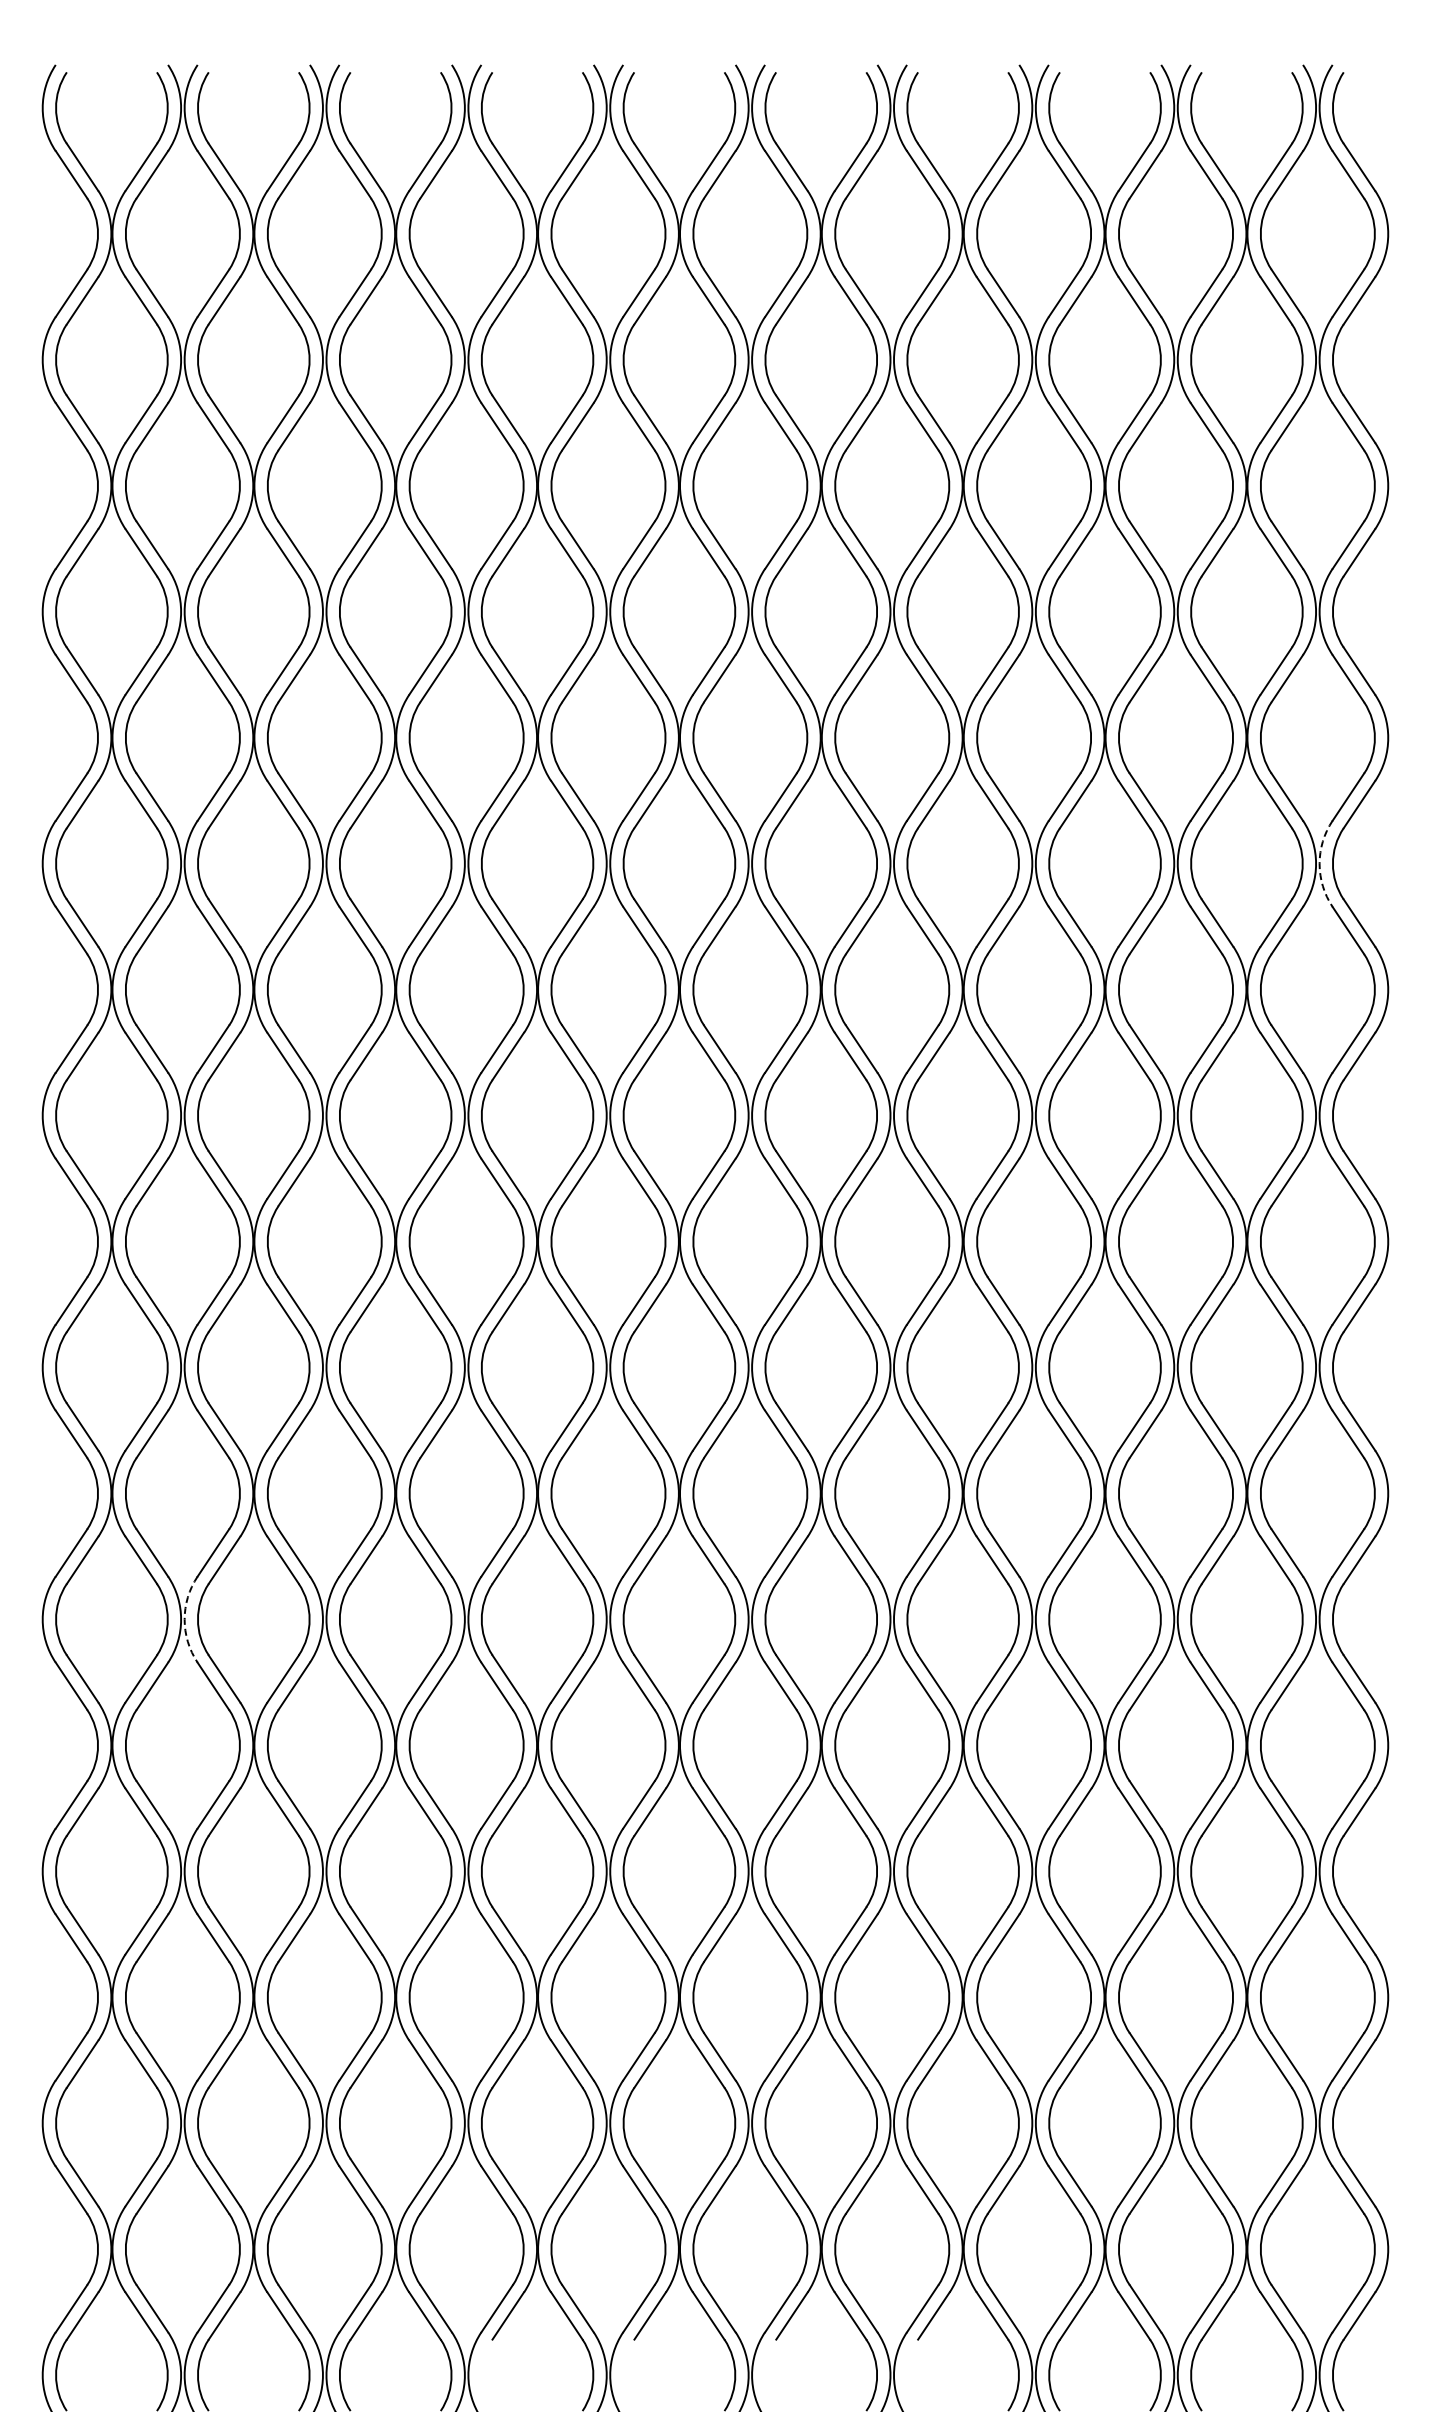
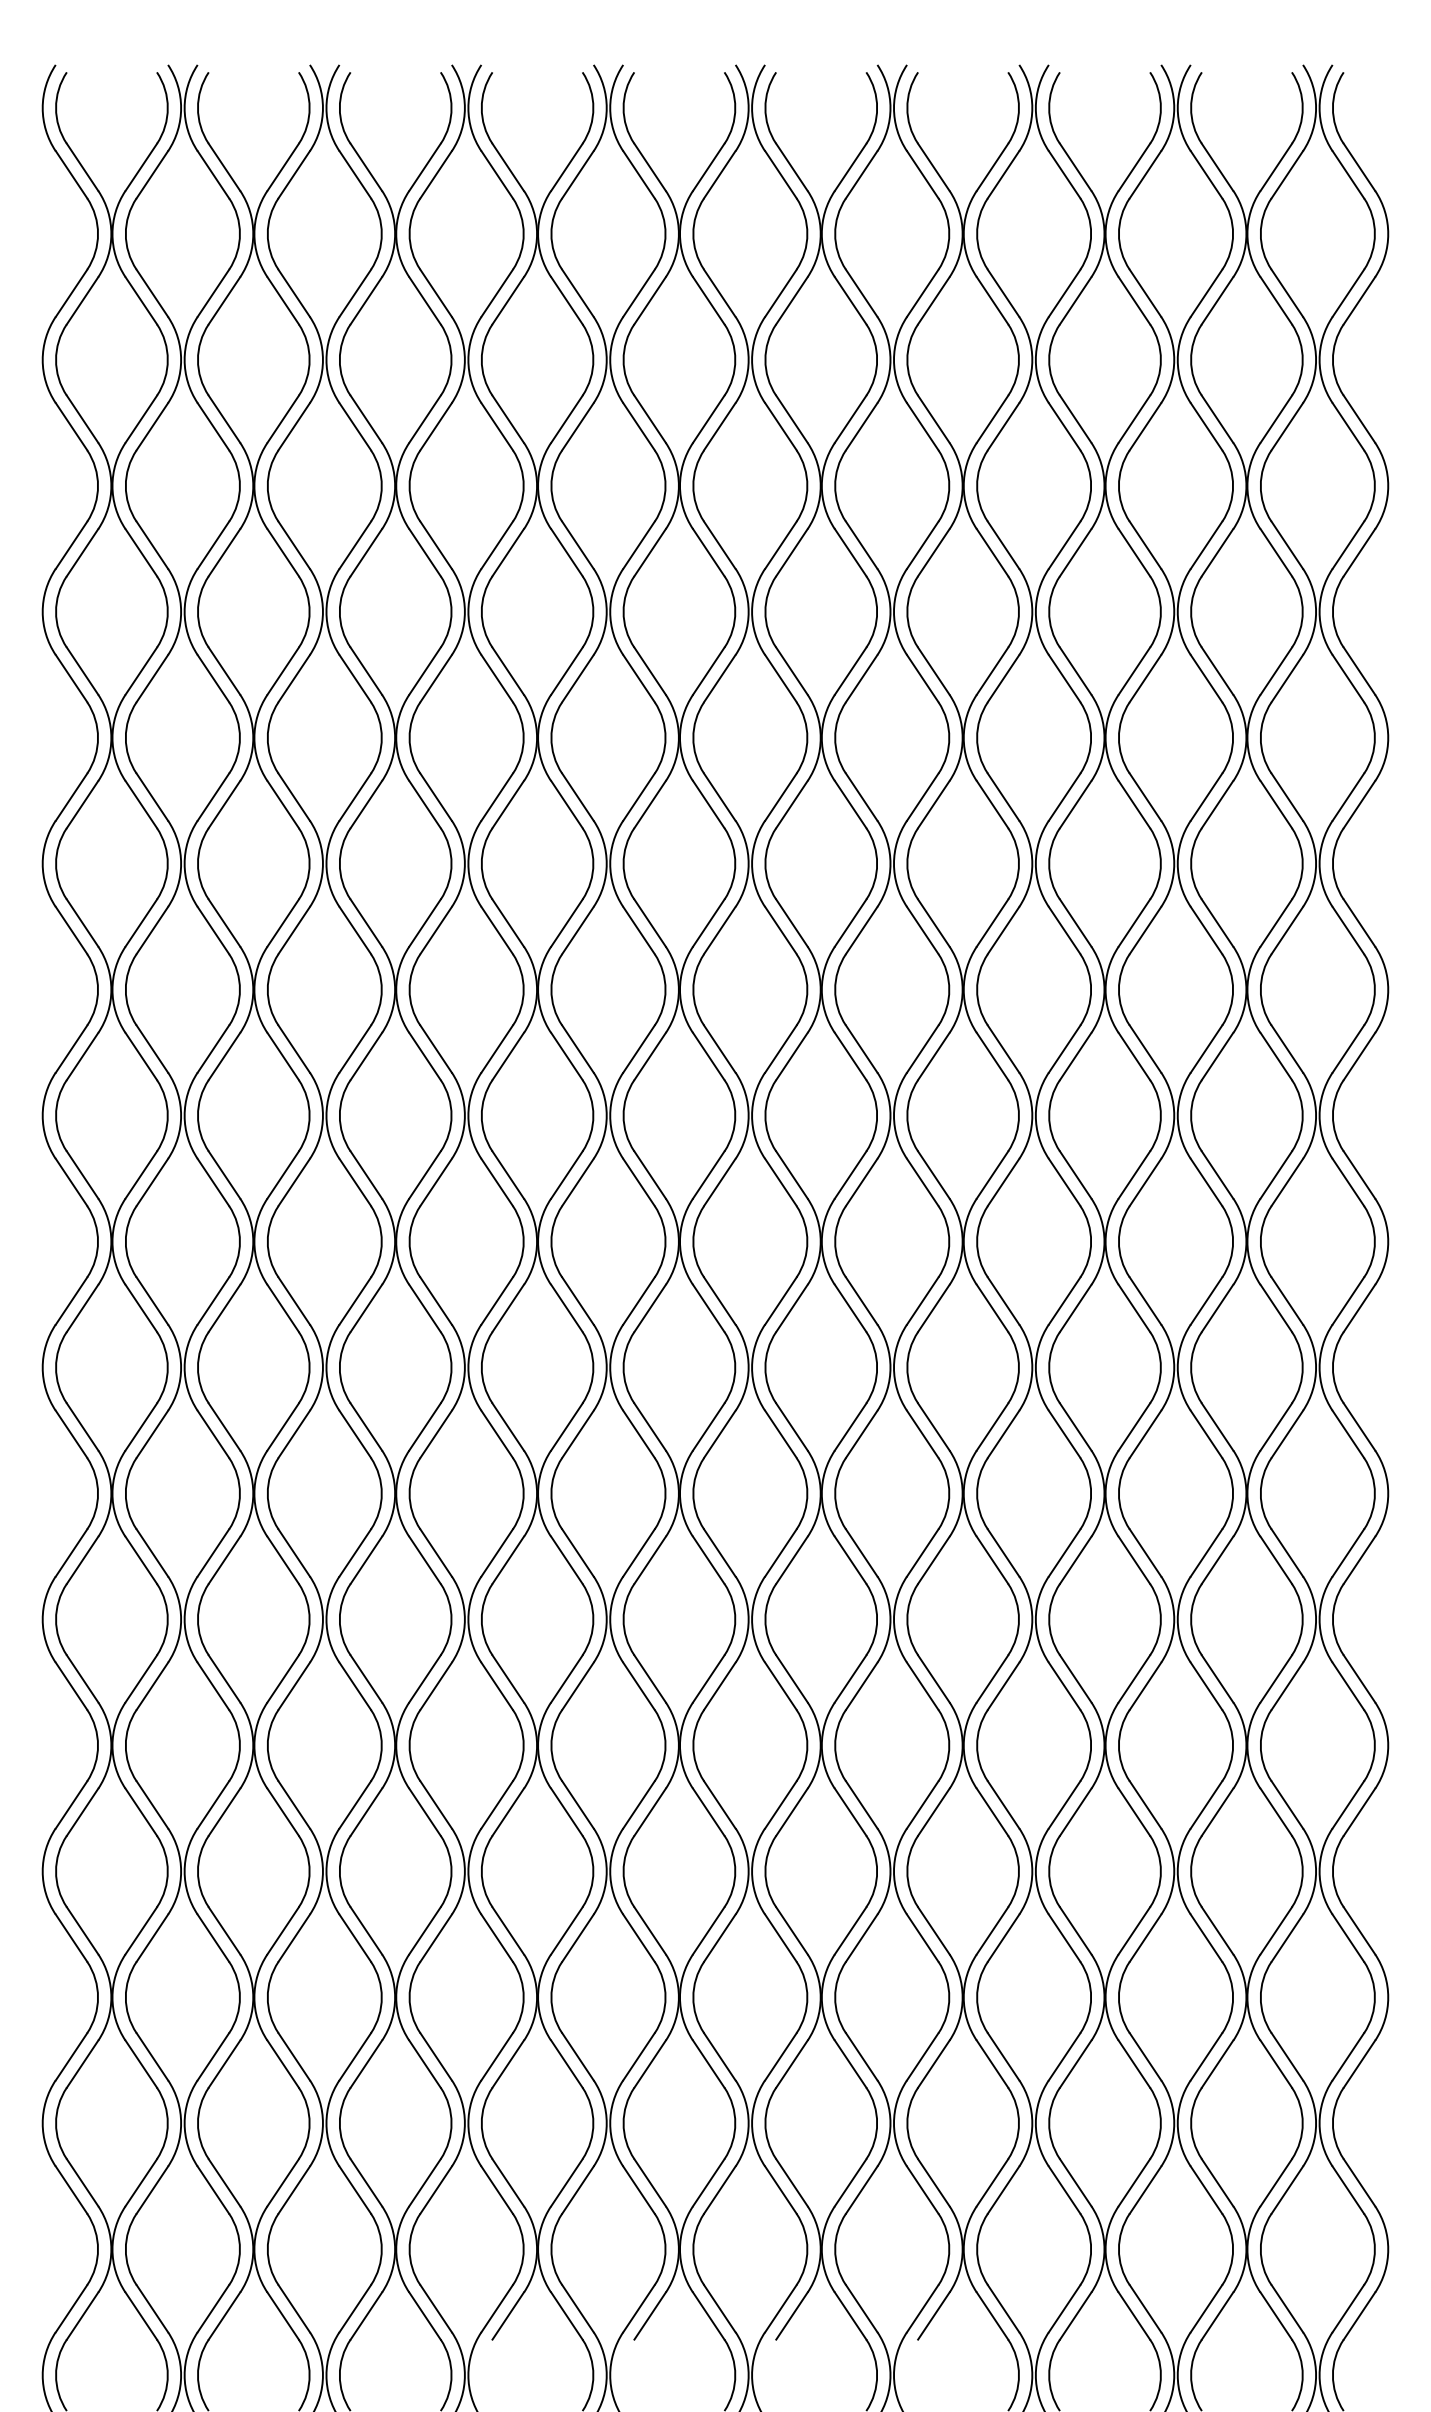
arc at (1319, 863): dashed -> solid
arc at (184, 1619): dashed -> solid
